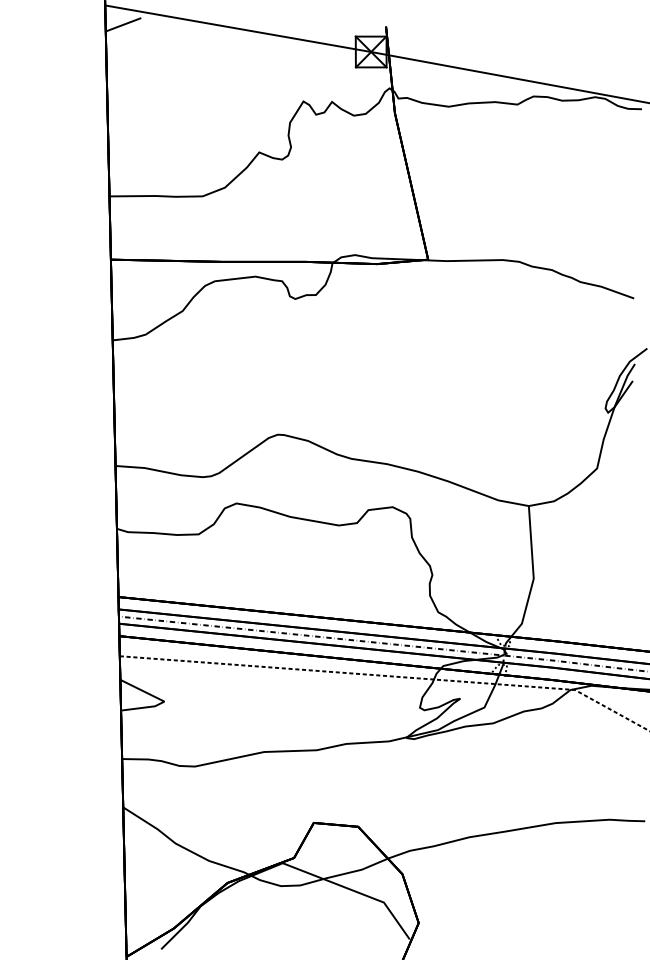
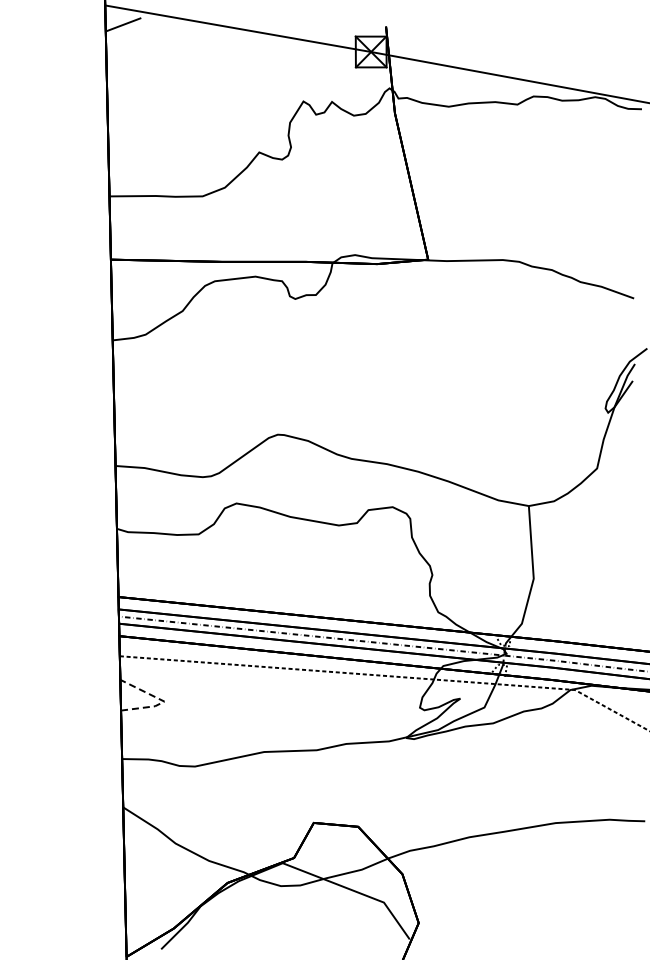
line at (163, 701): solid -> dashed
